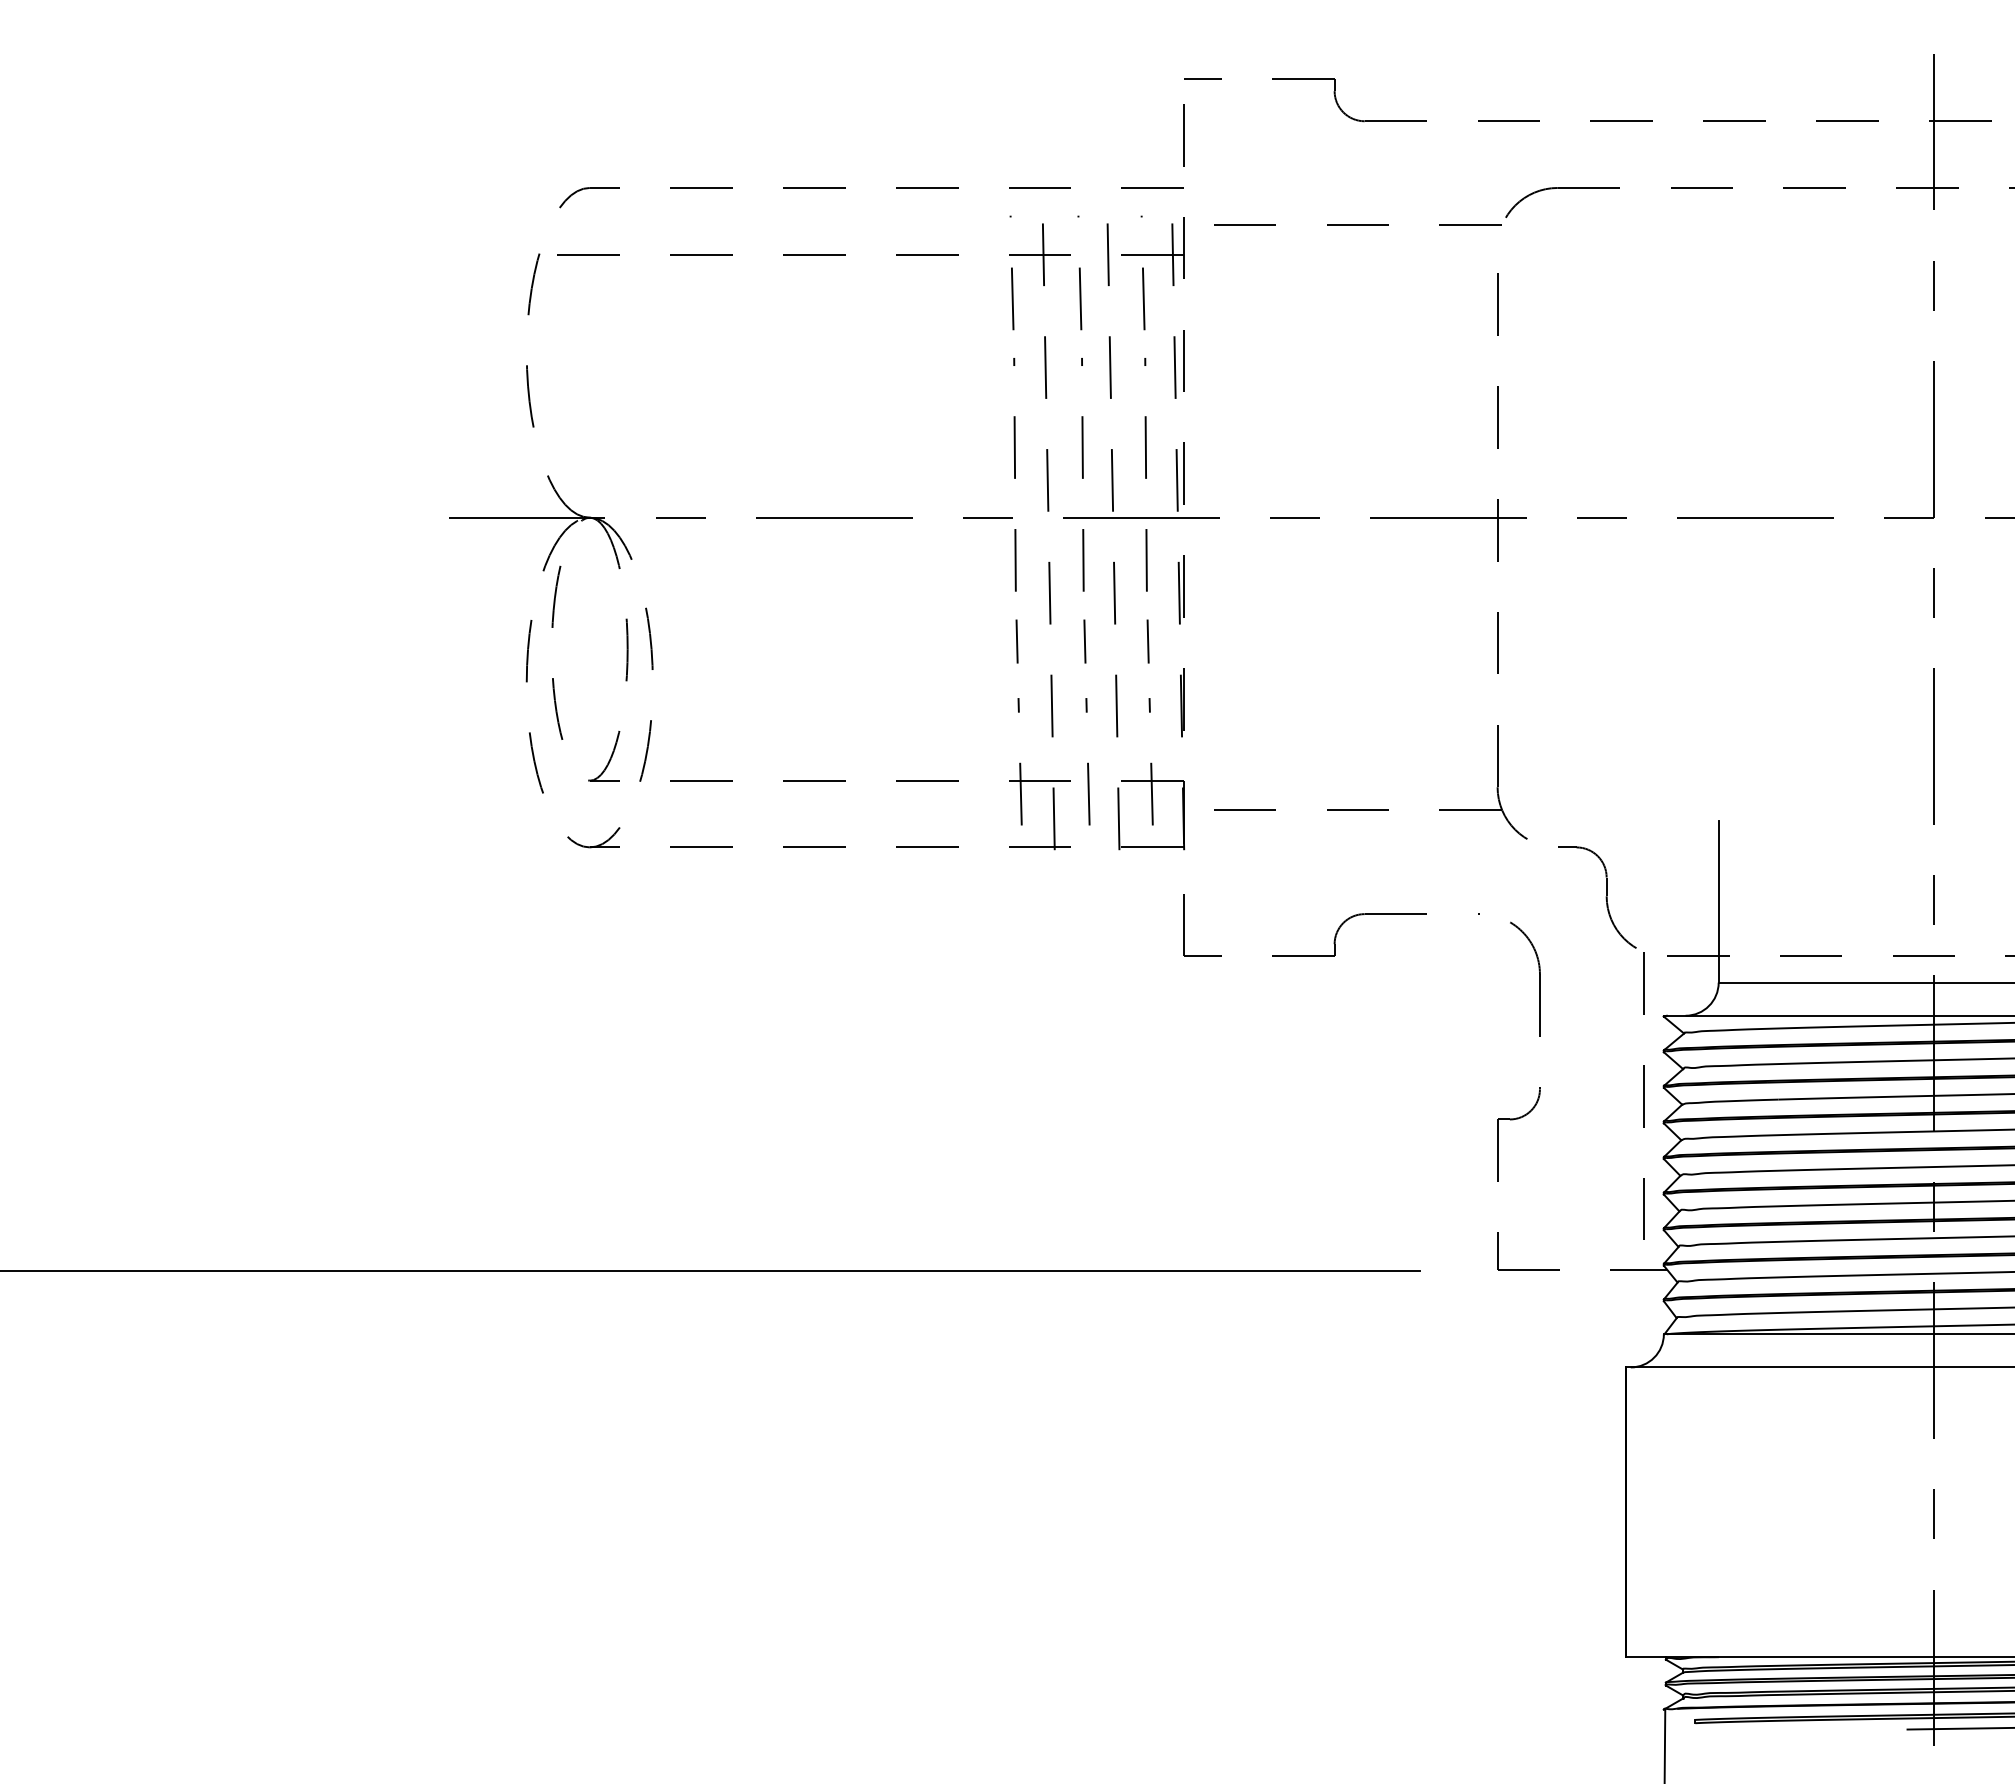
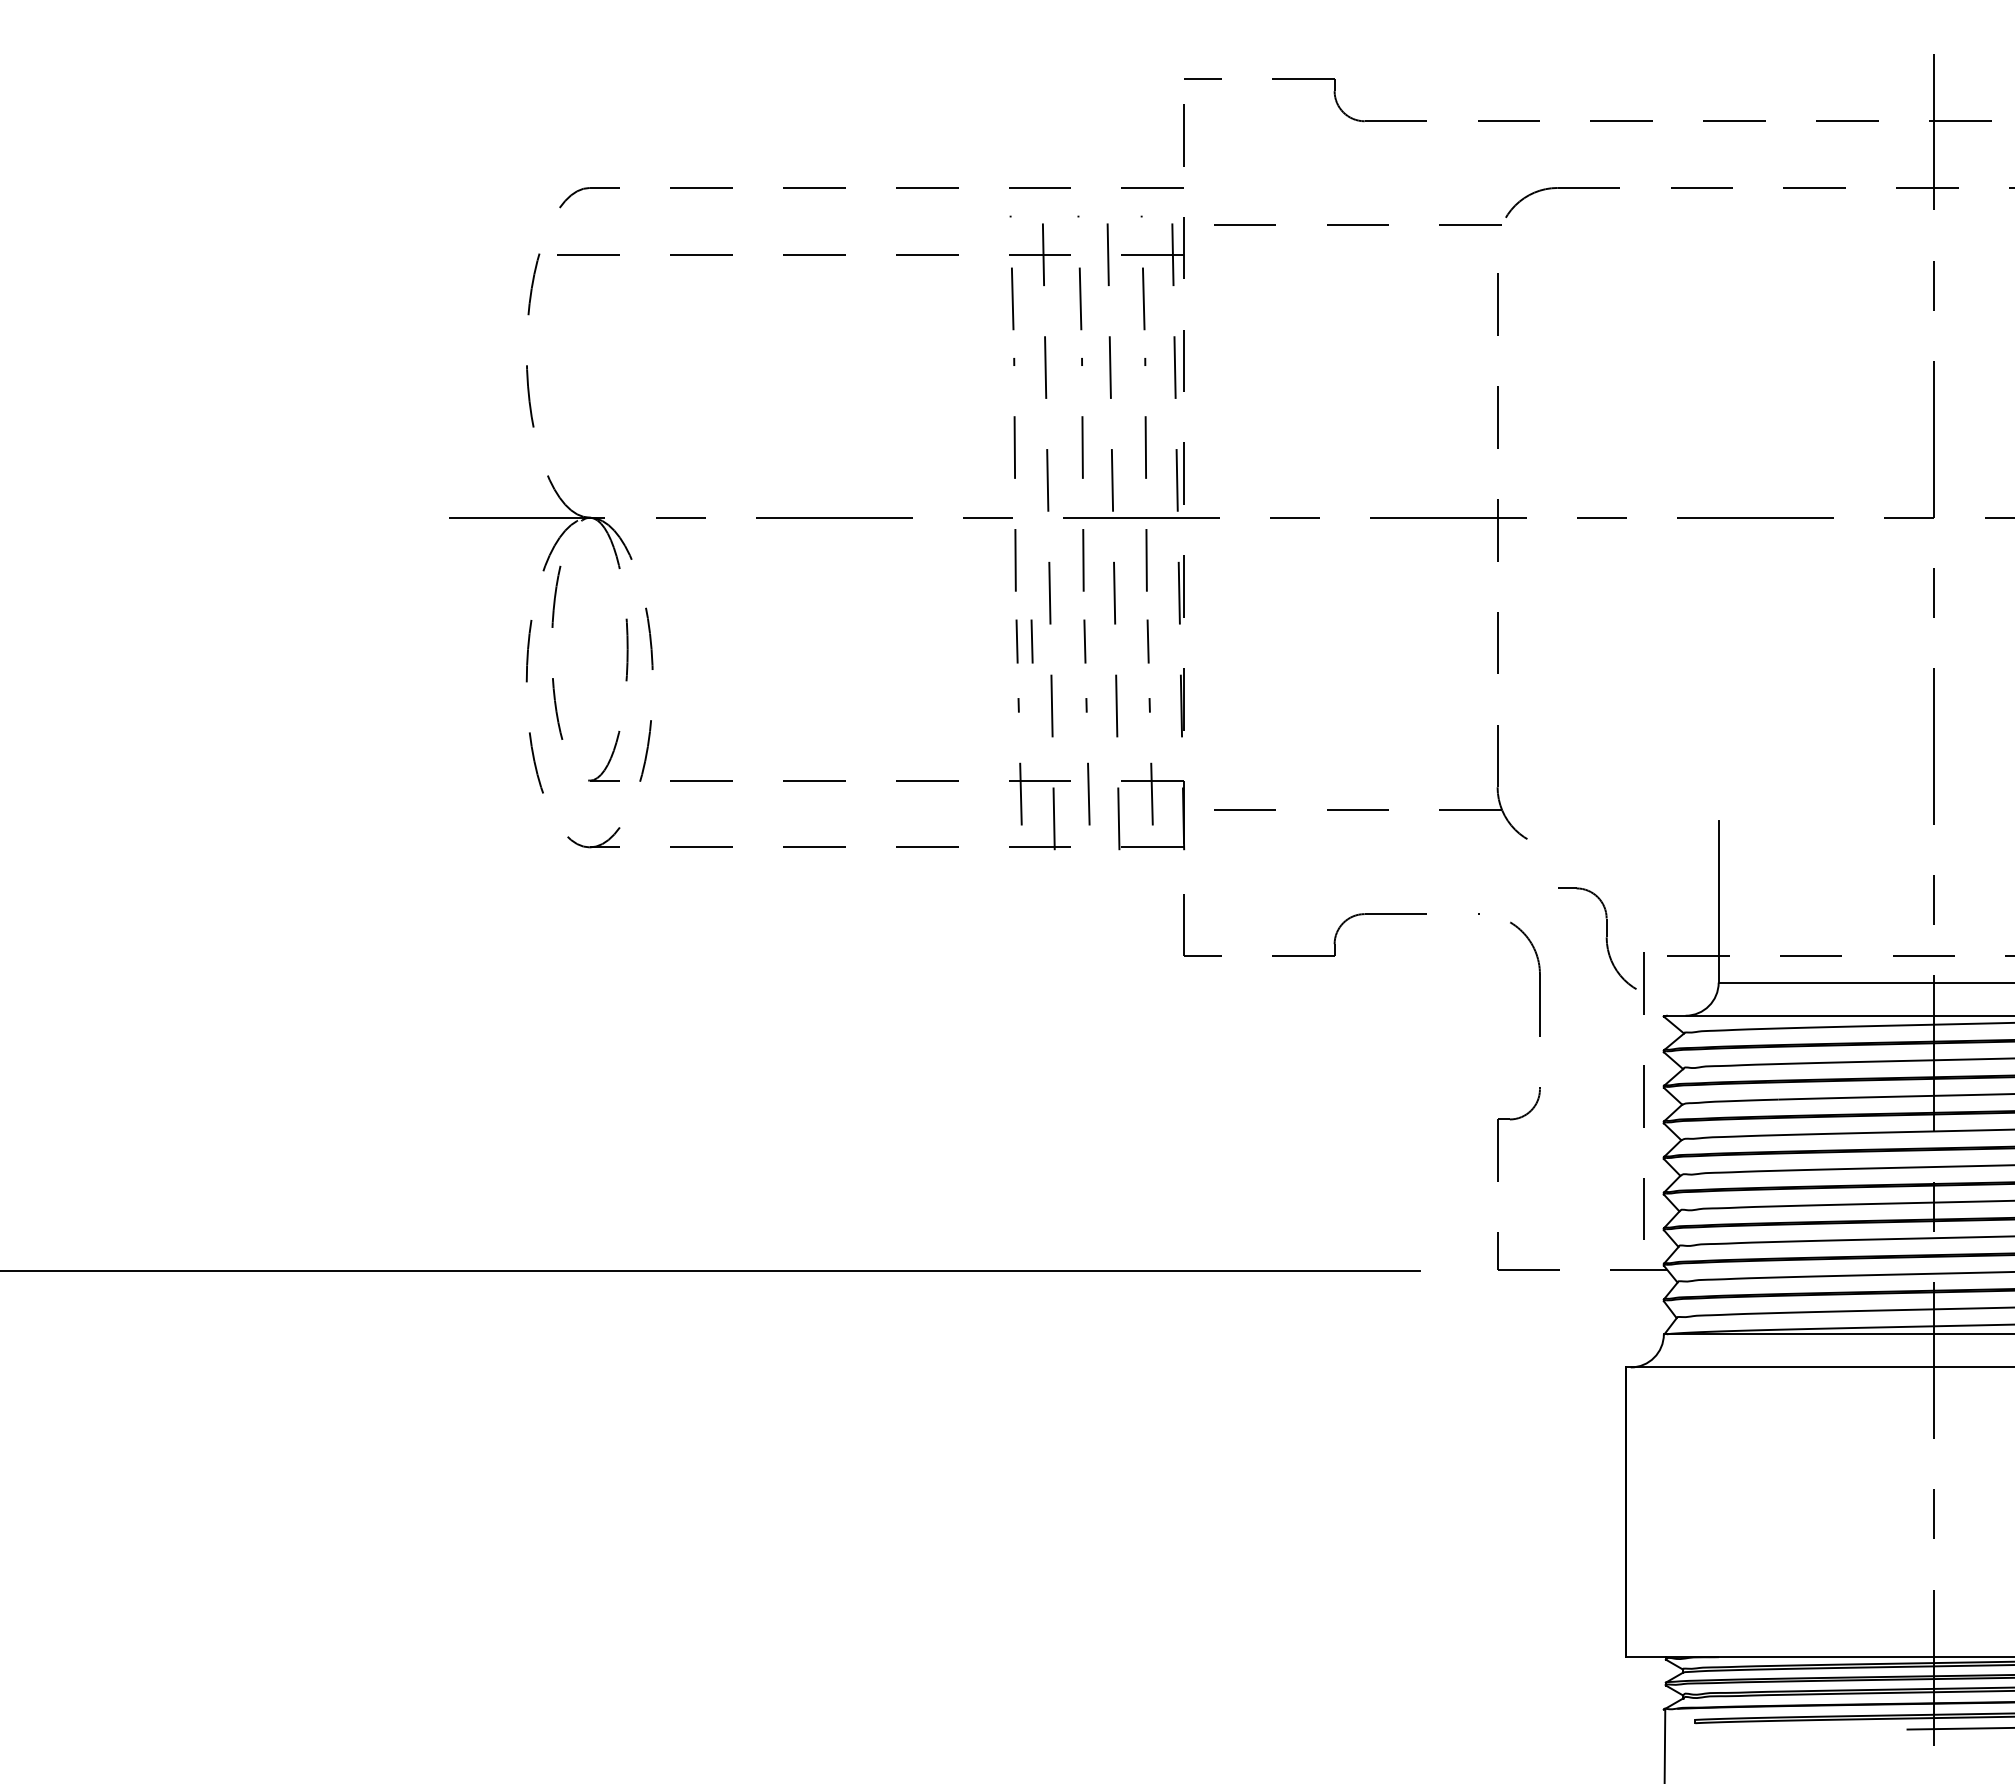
line at (1031, 641): none -> present
part at (1605, 897) position: (1605, 897) -> (1605, 938)
